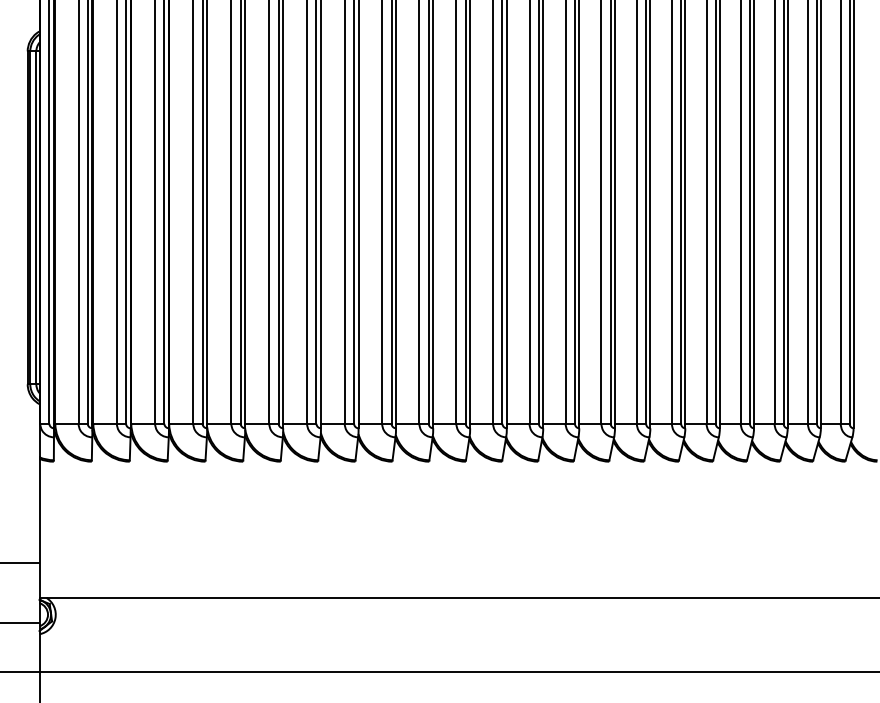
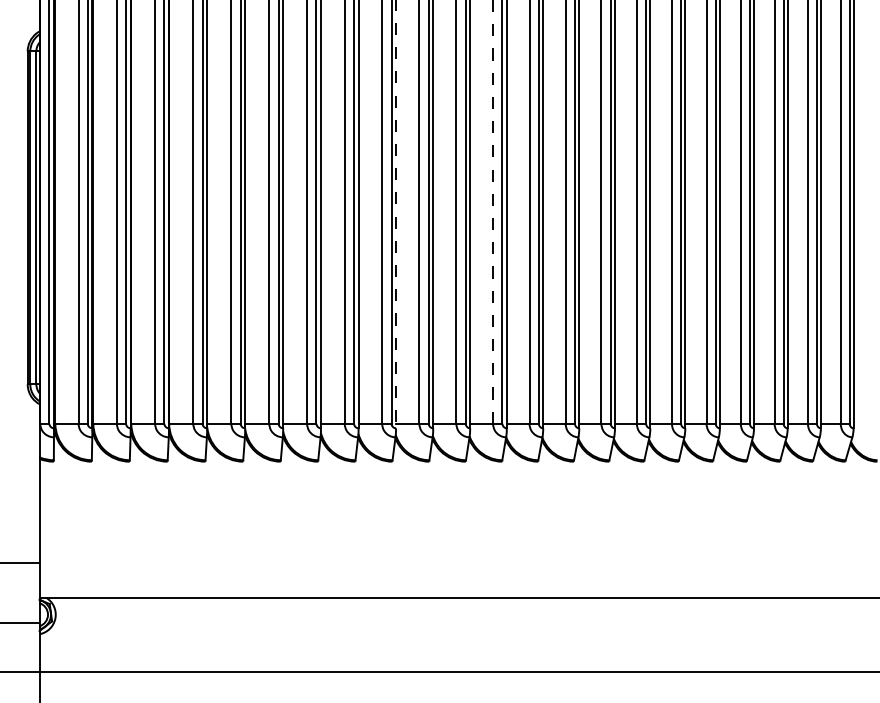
line at (493, 212): solid -> dashed
line at (396, 214): solid -> dashed
